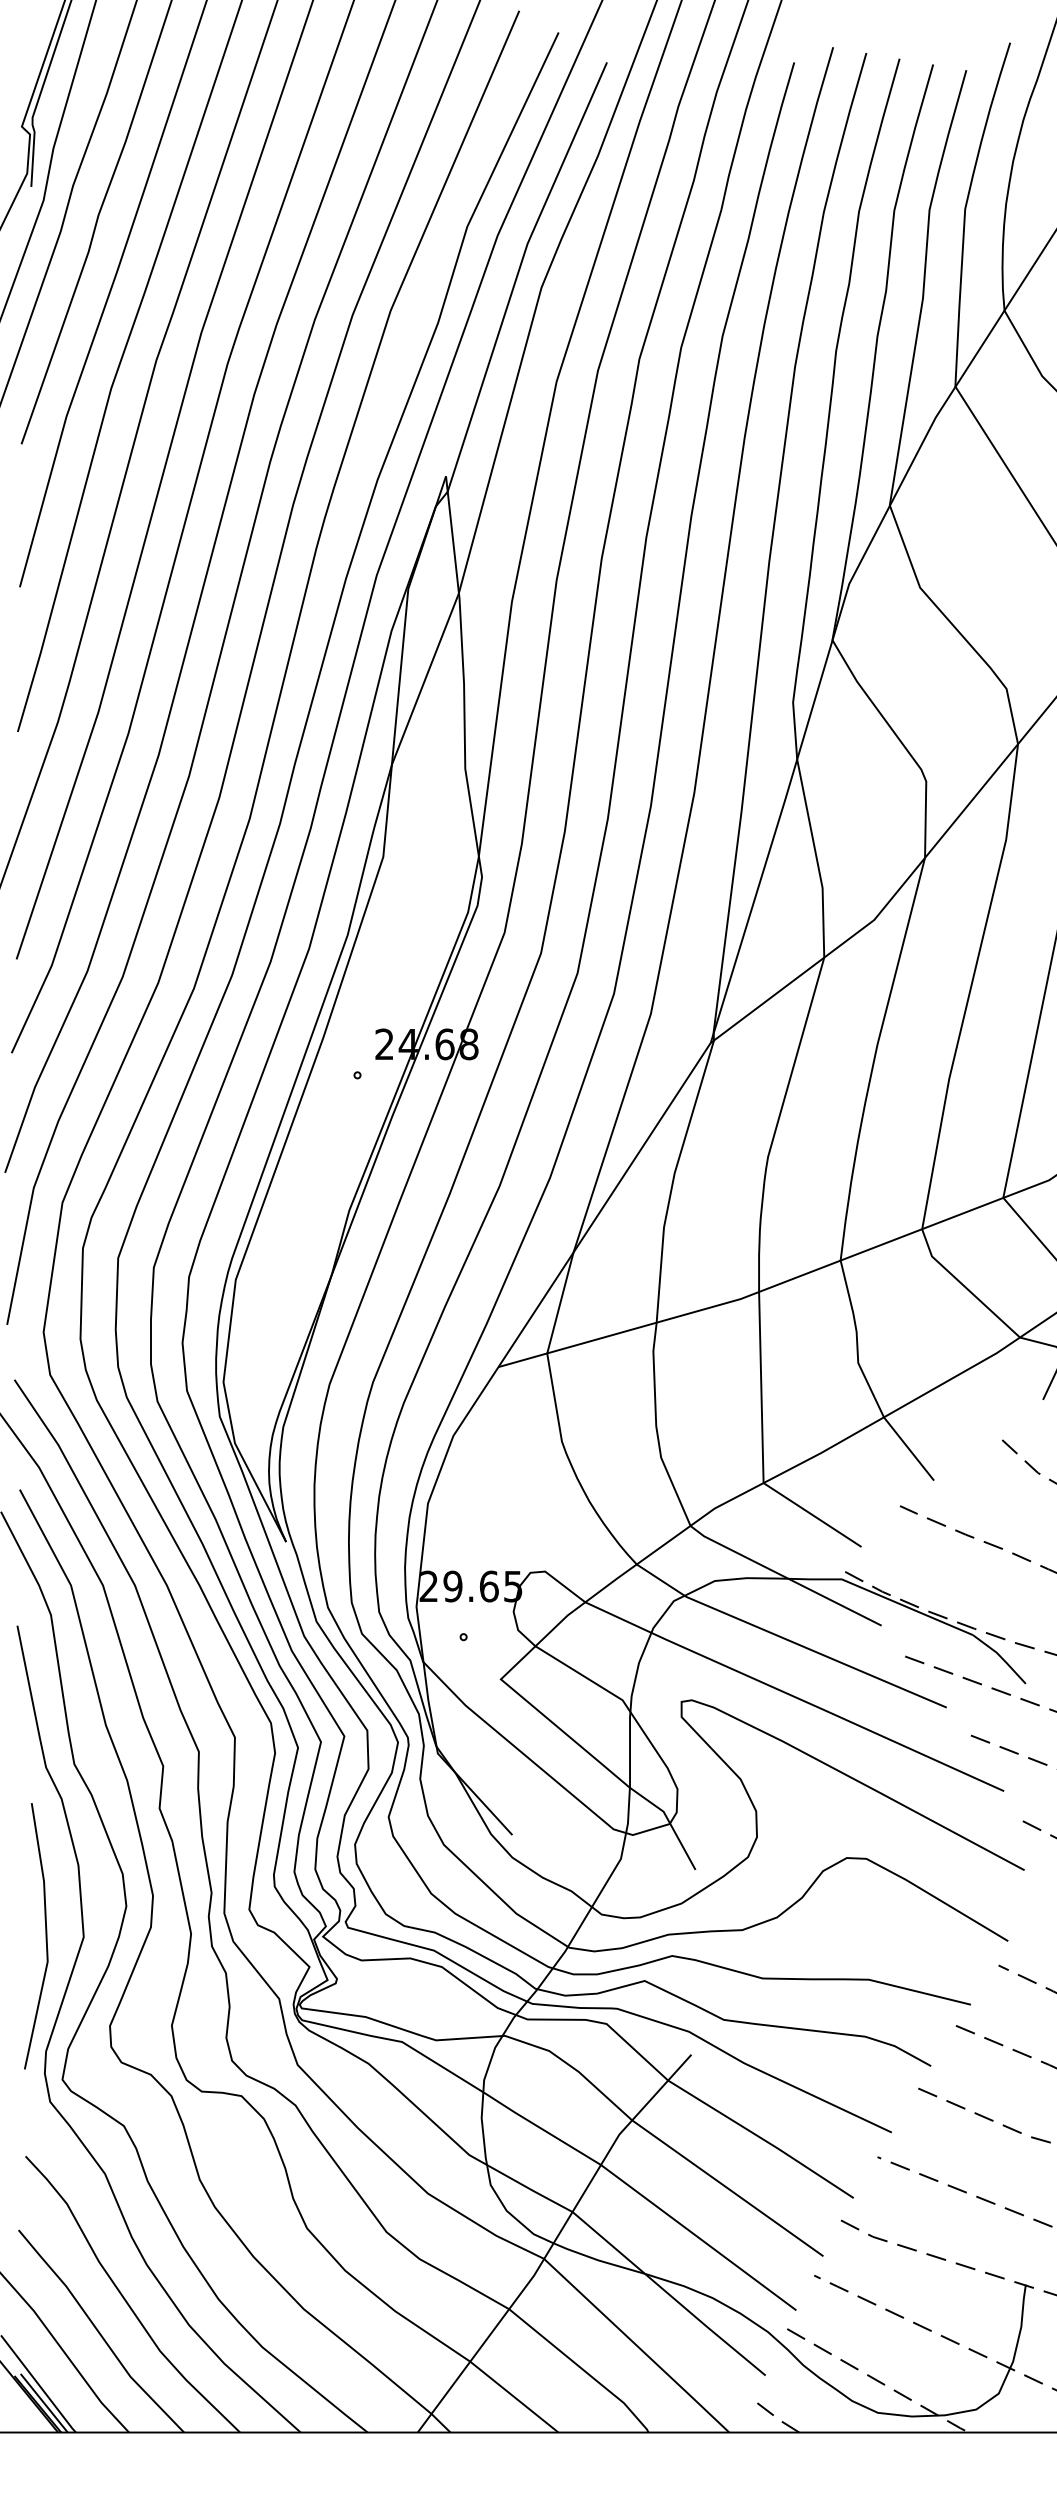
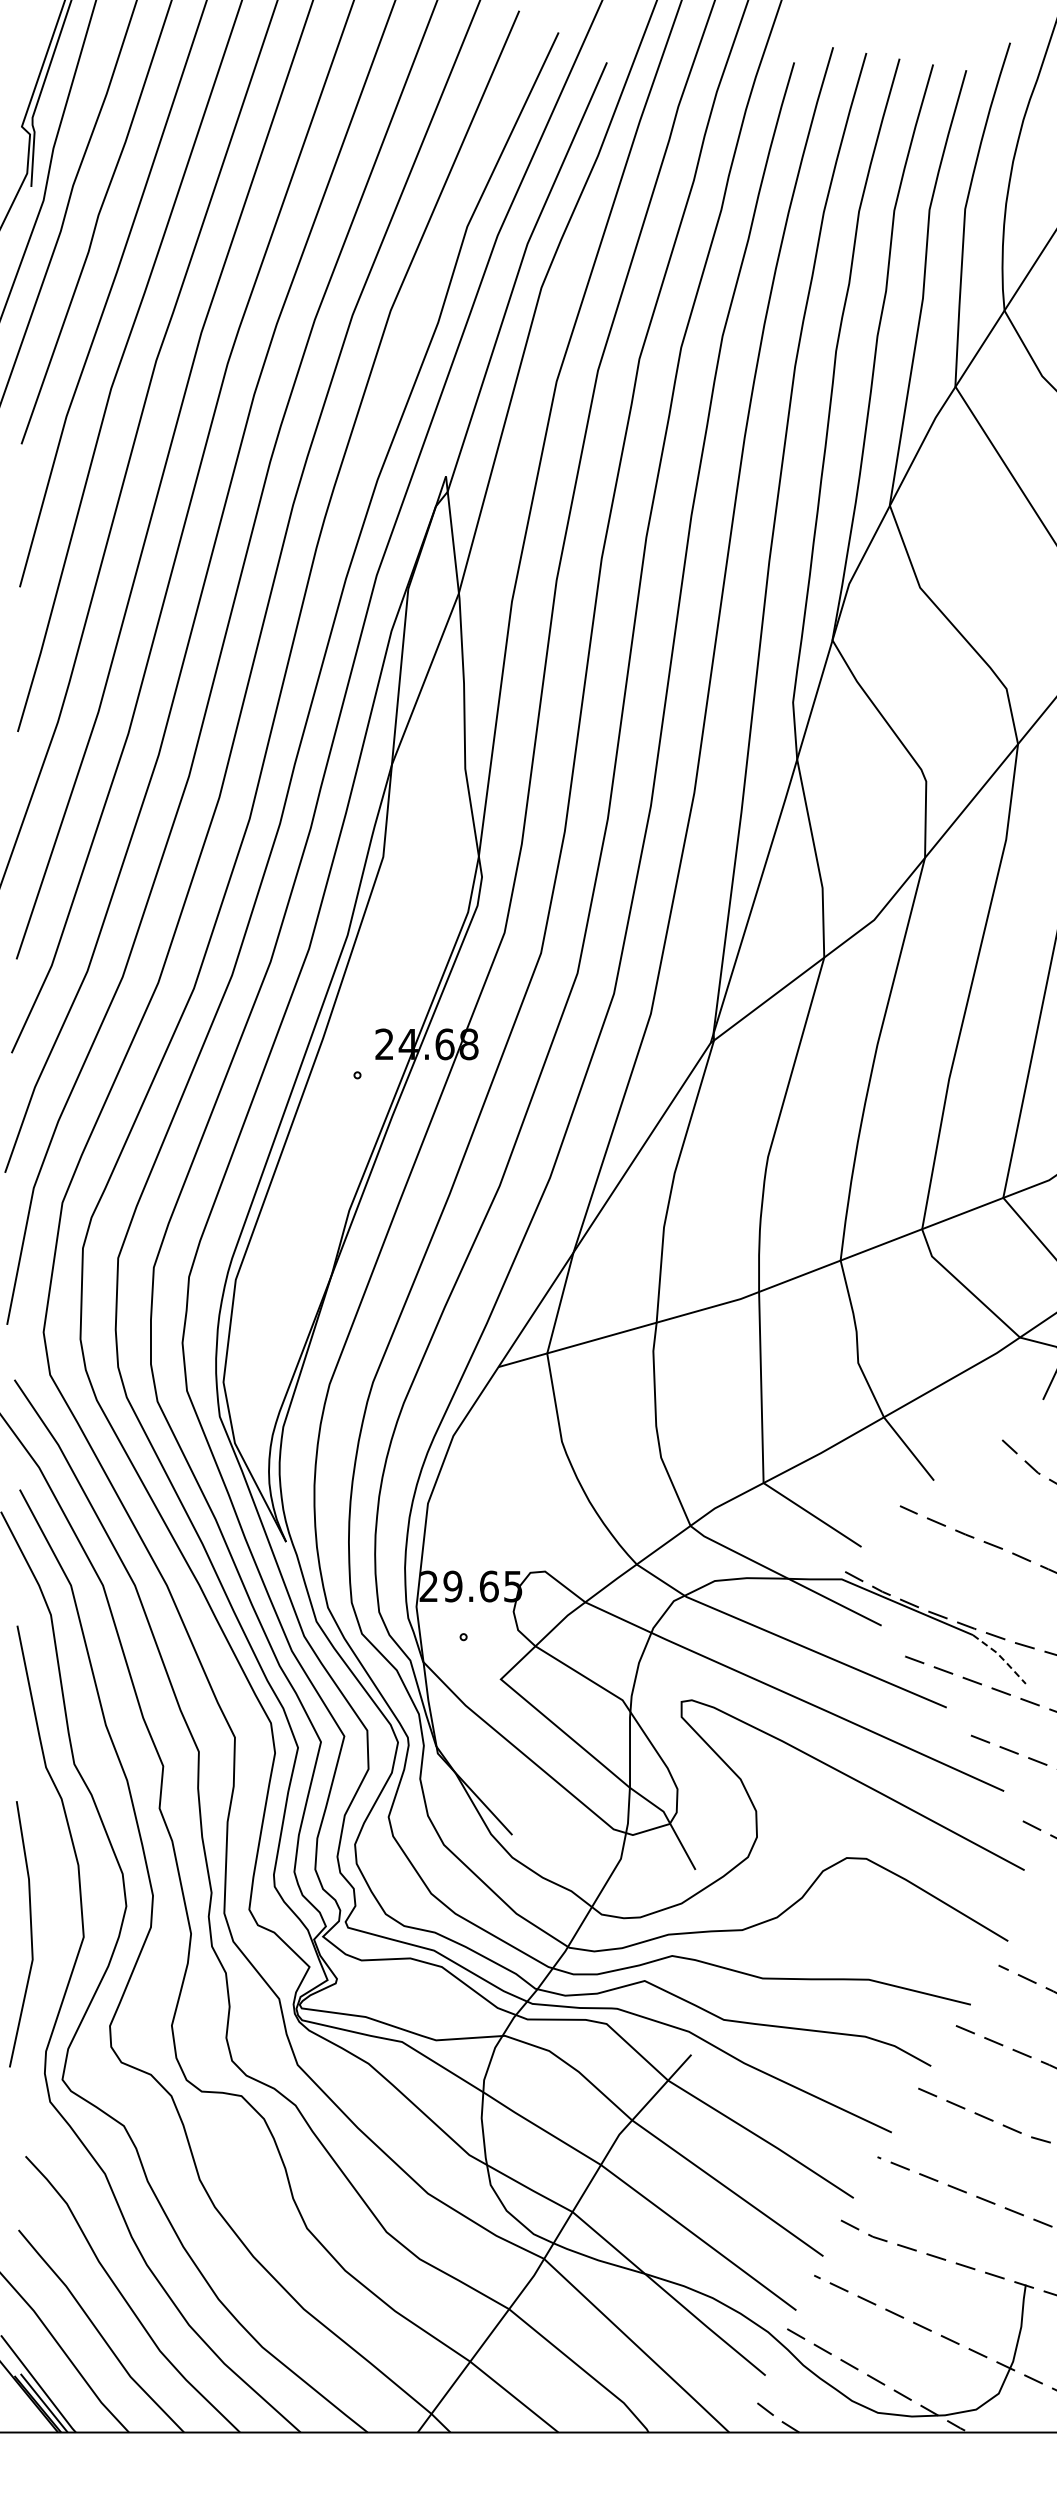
line at (1001, 1657): solid -> dashed
line at (45, 1936) position: (45, 1936) -> (30, 1934)
